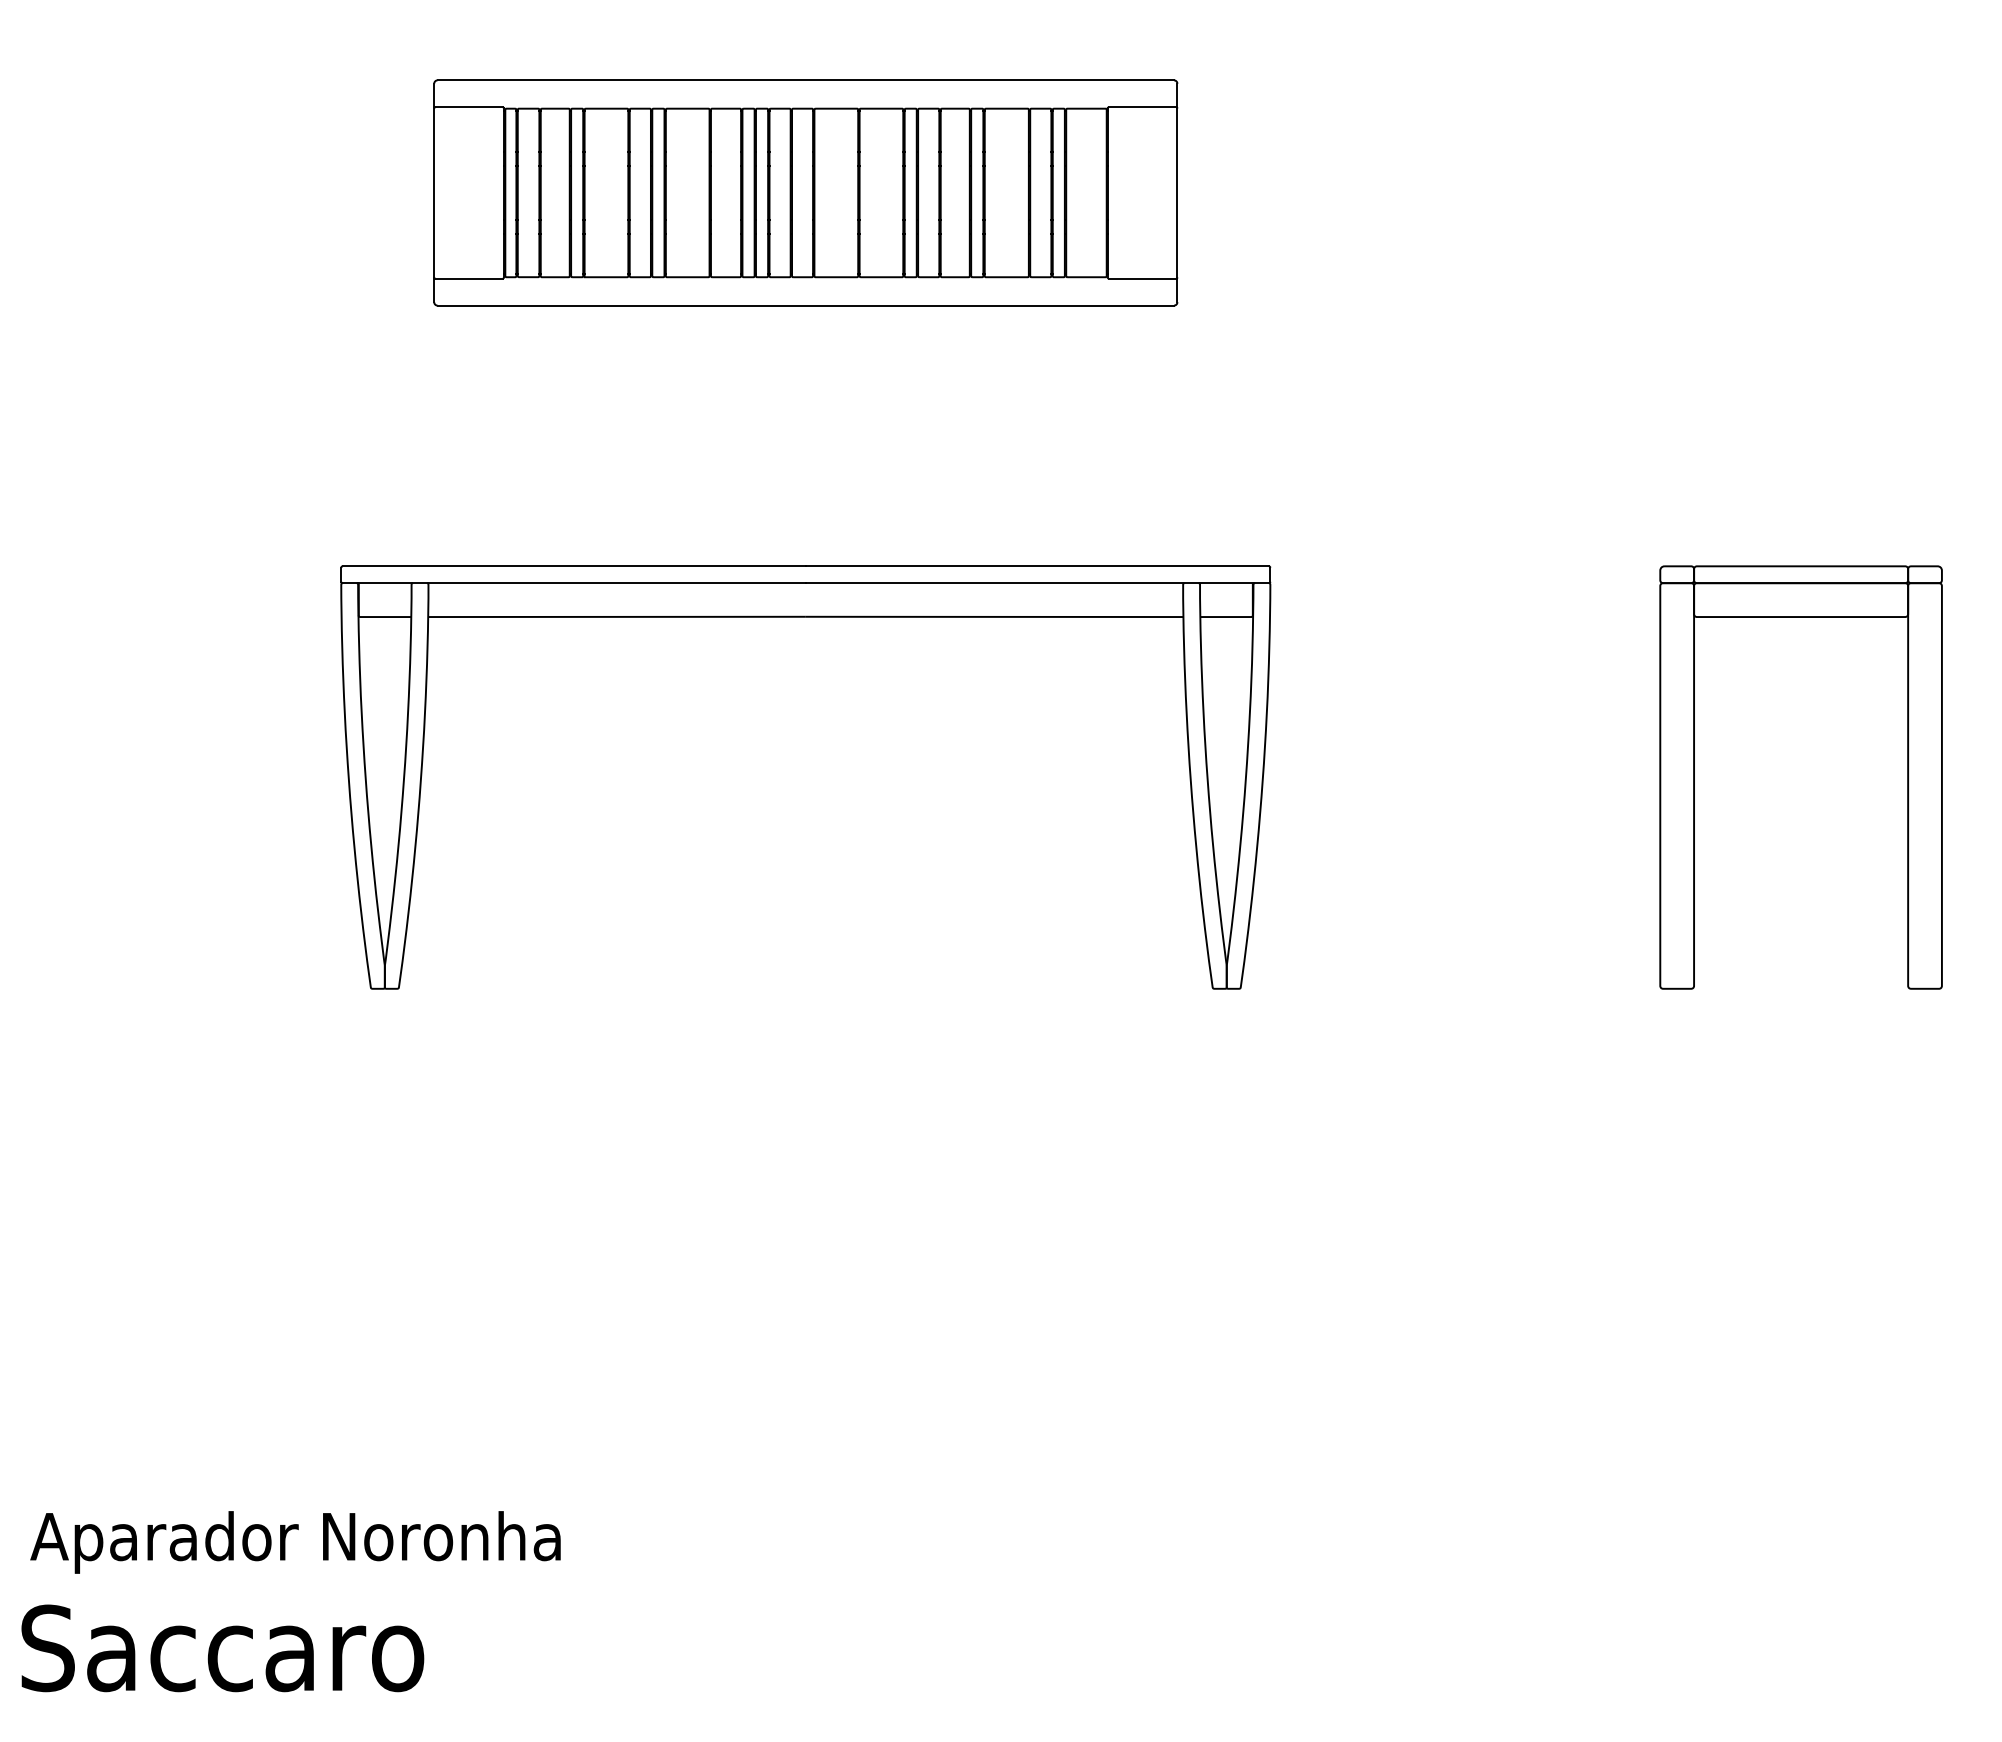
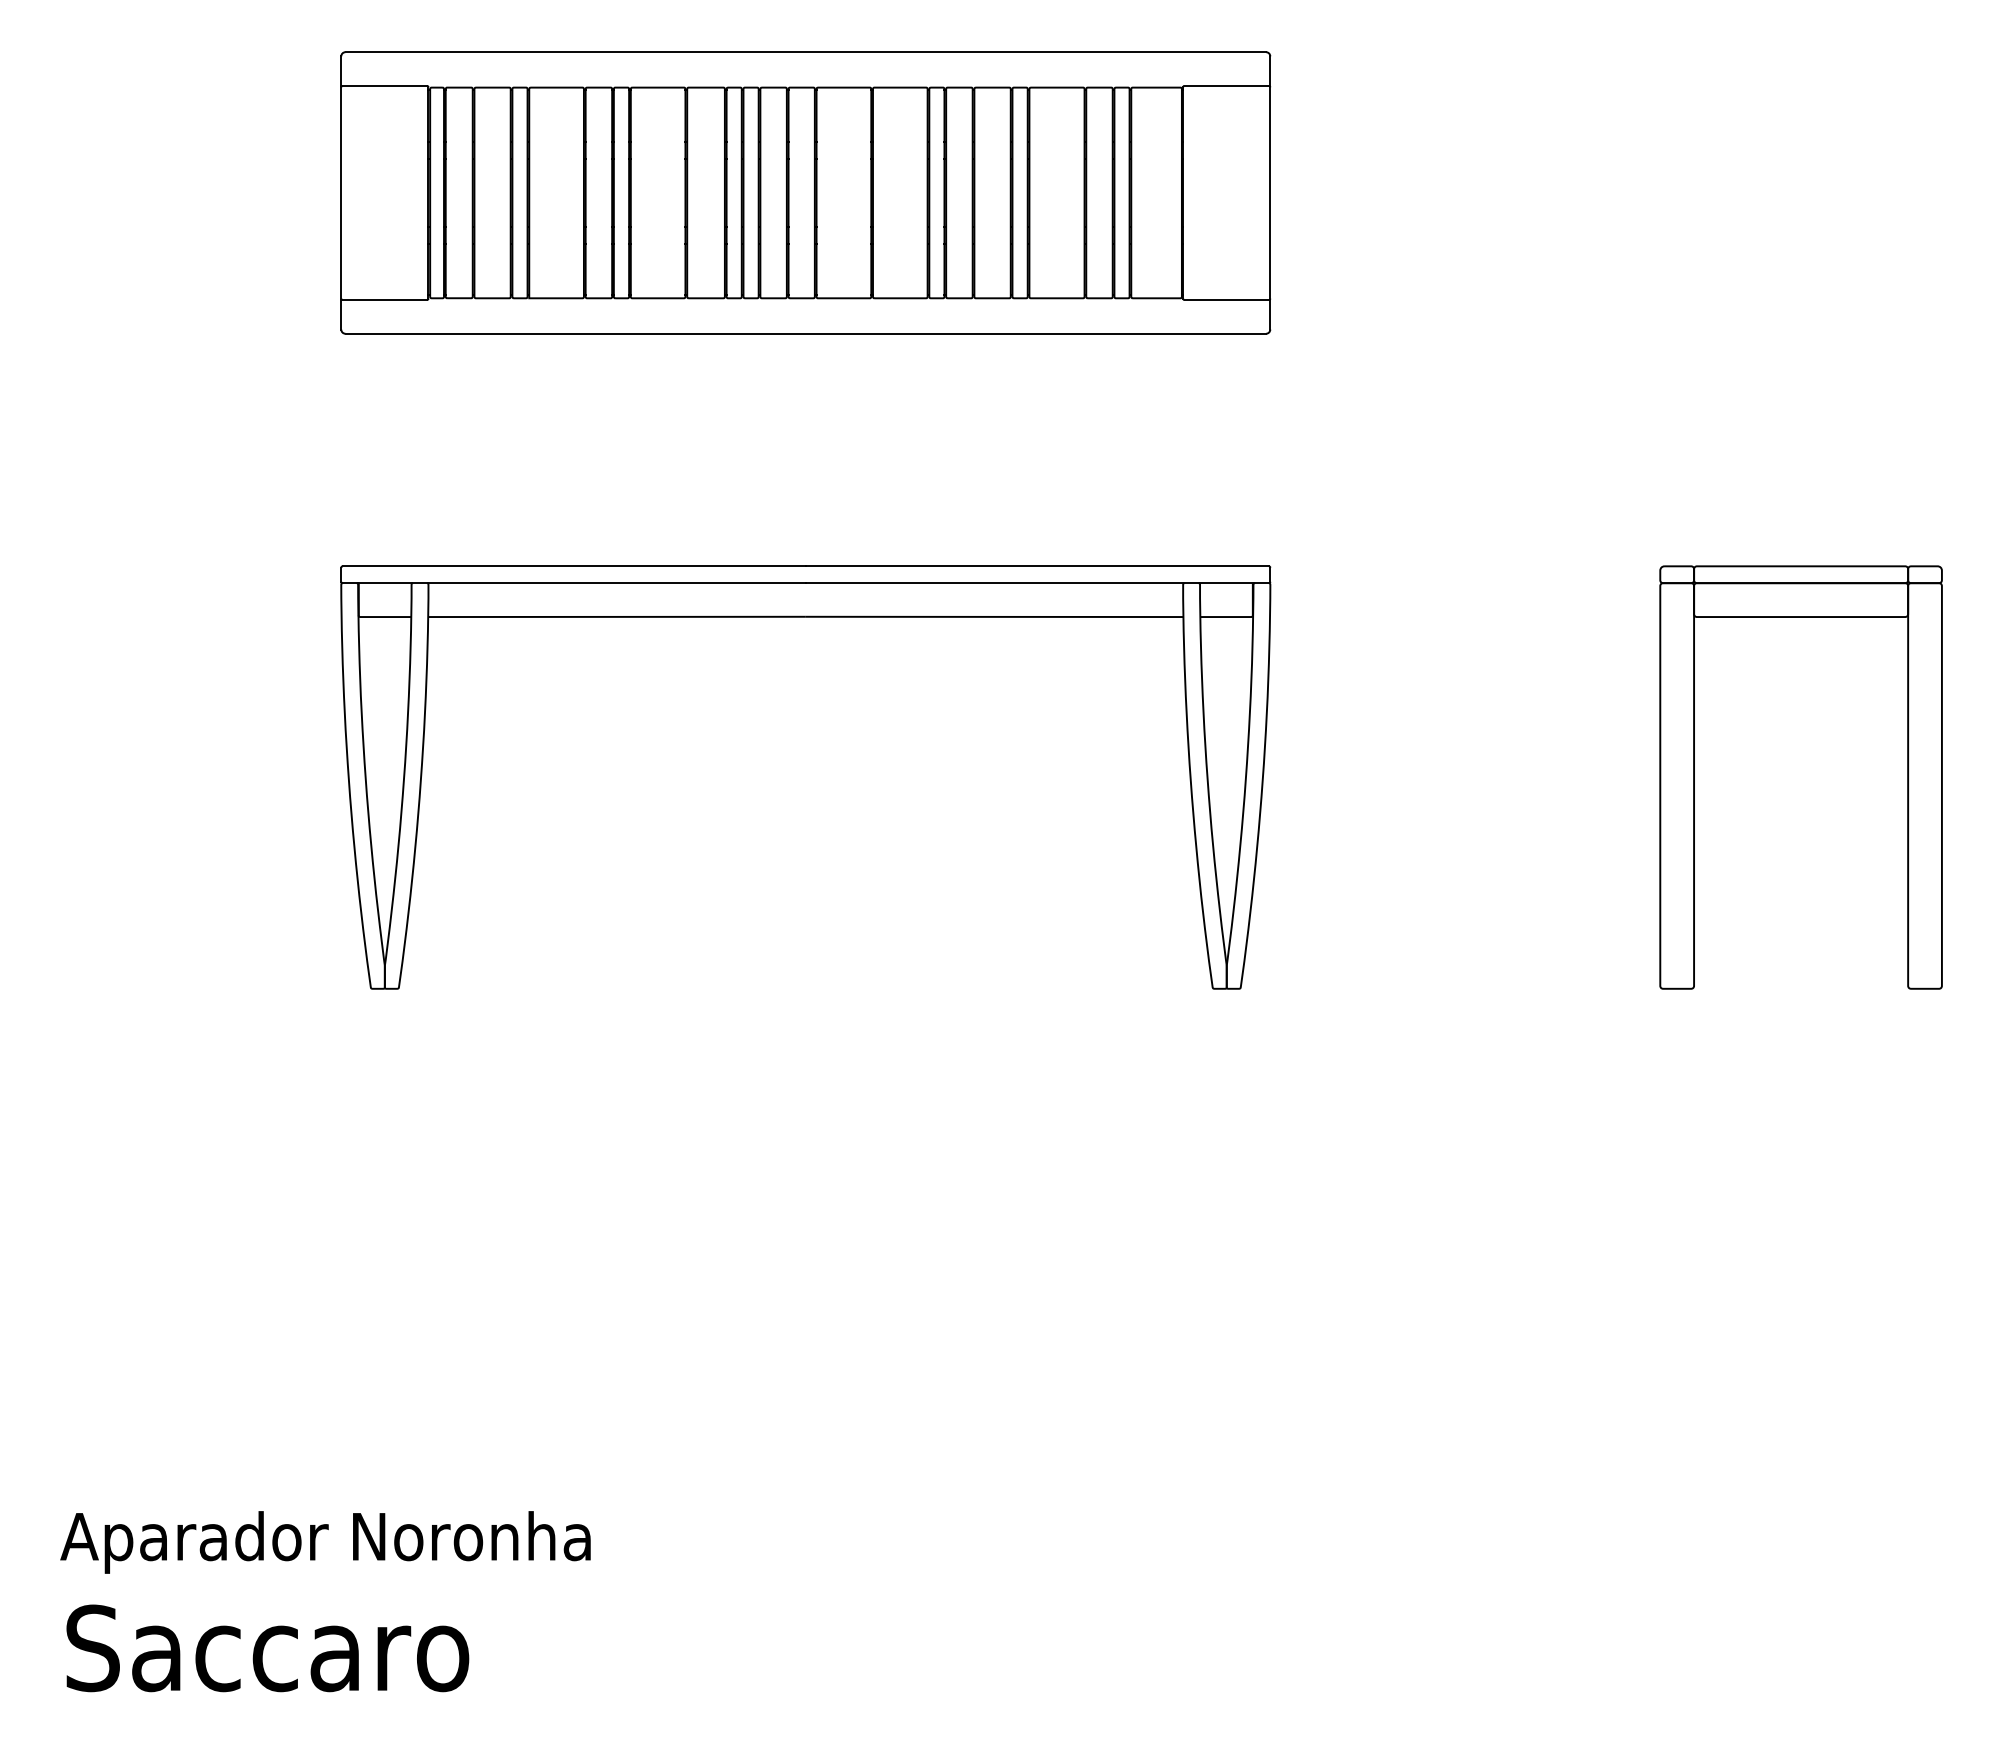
part at (805, 192) size: 746x228 px -> 932x284 px
text at (295, 1542) position: (295, 1542) -> (325, 1542)
text at (222, 1648) position: (222, 1648) -> (267, 1648)
